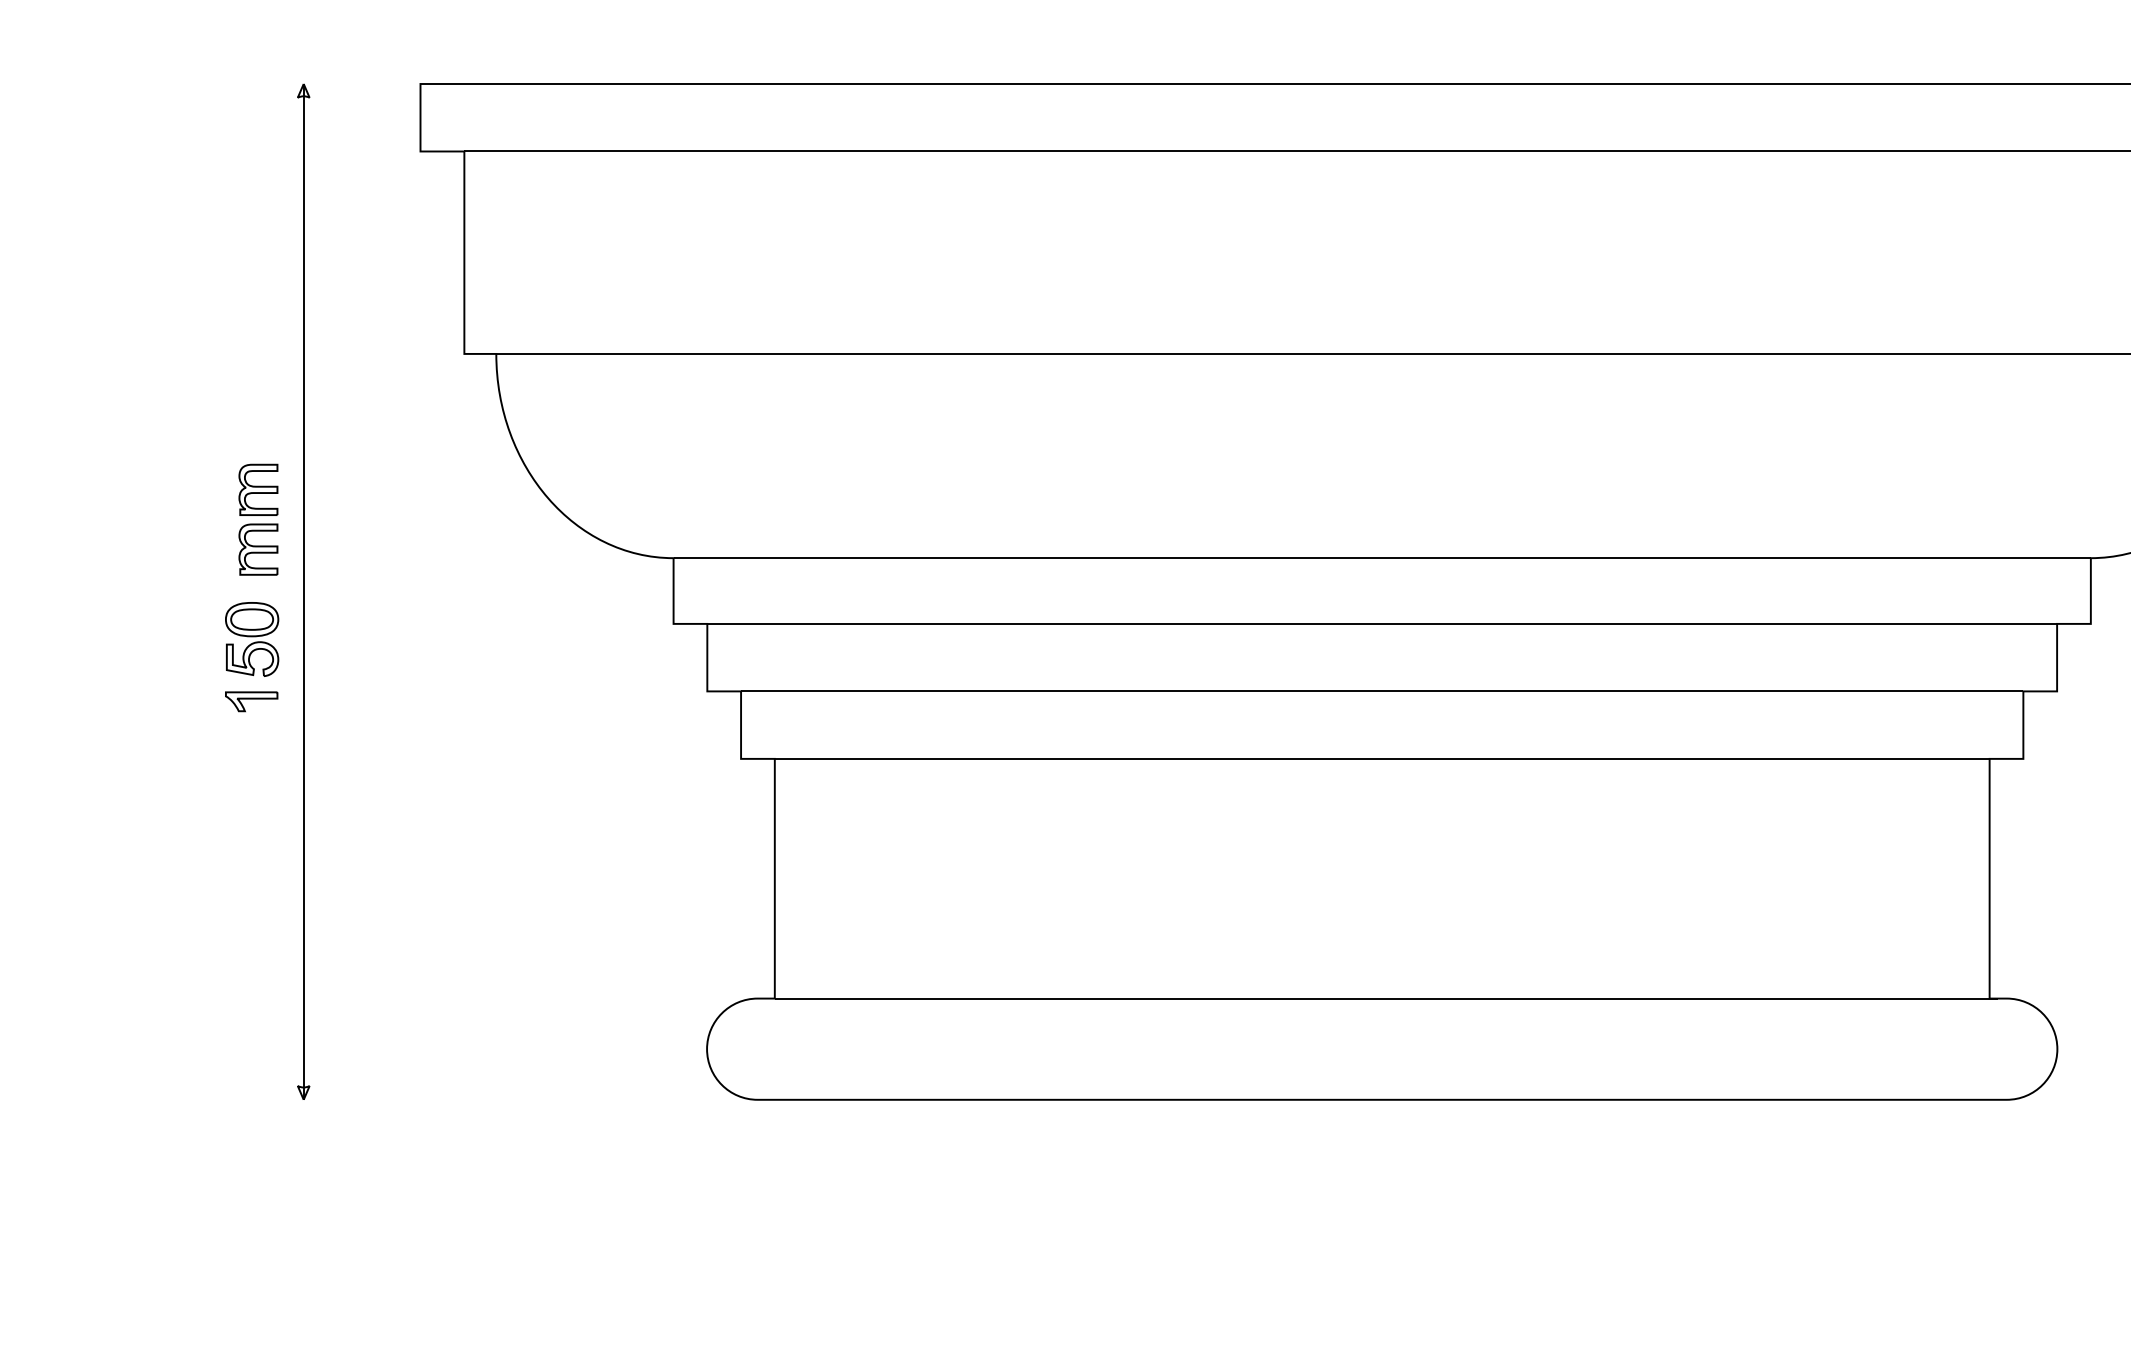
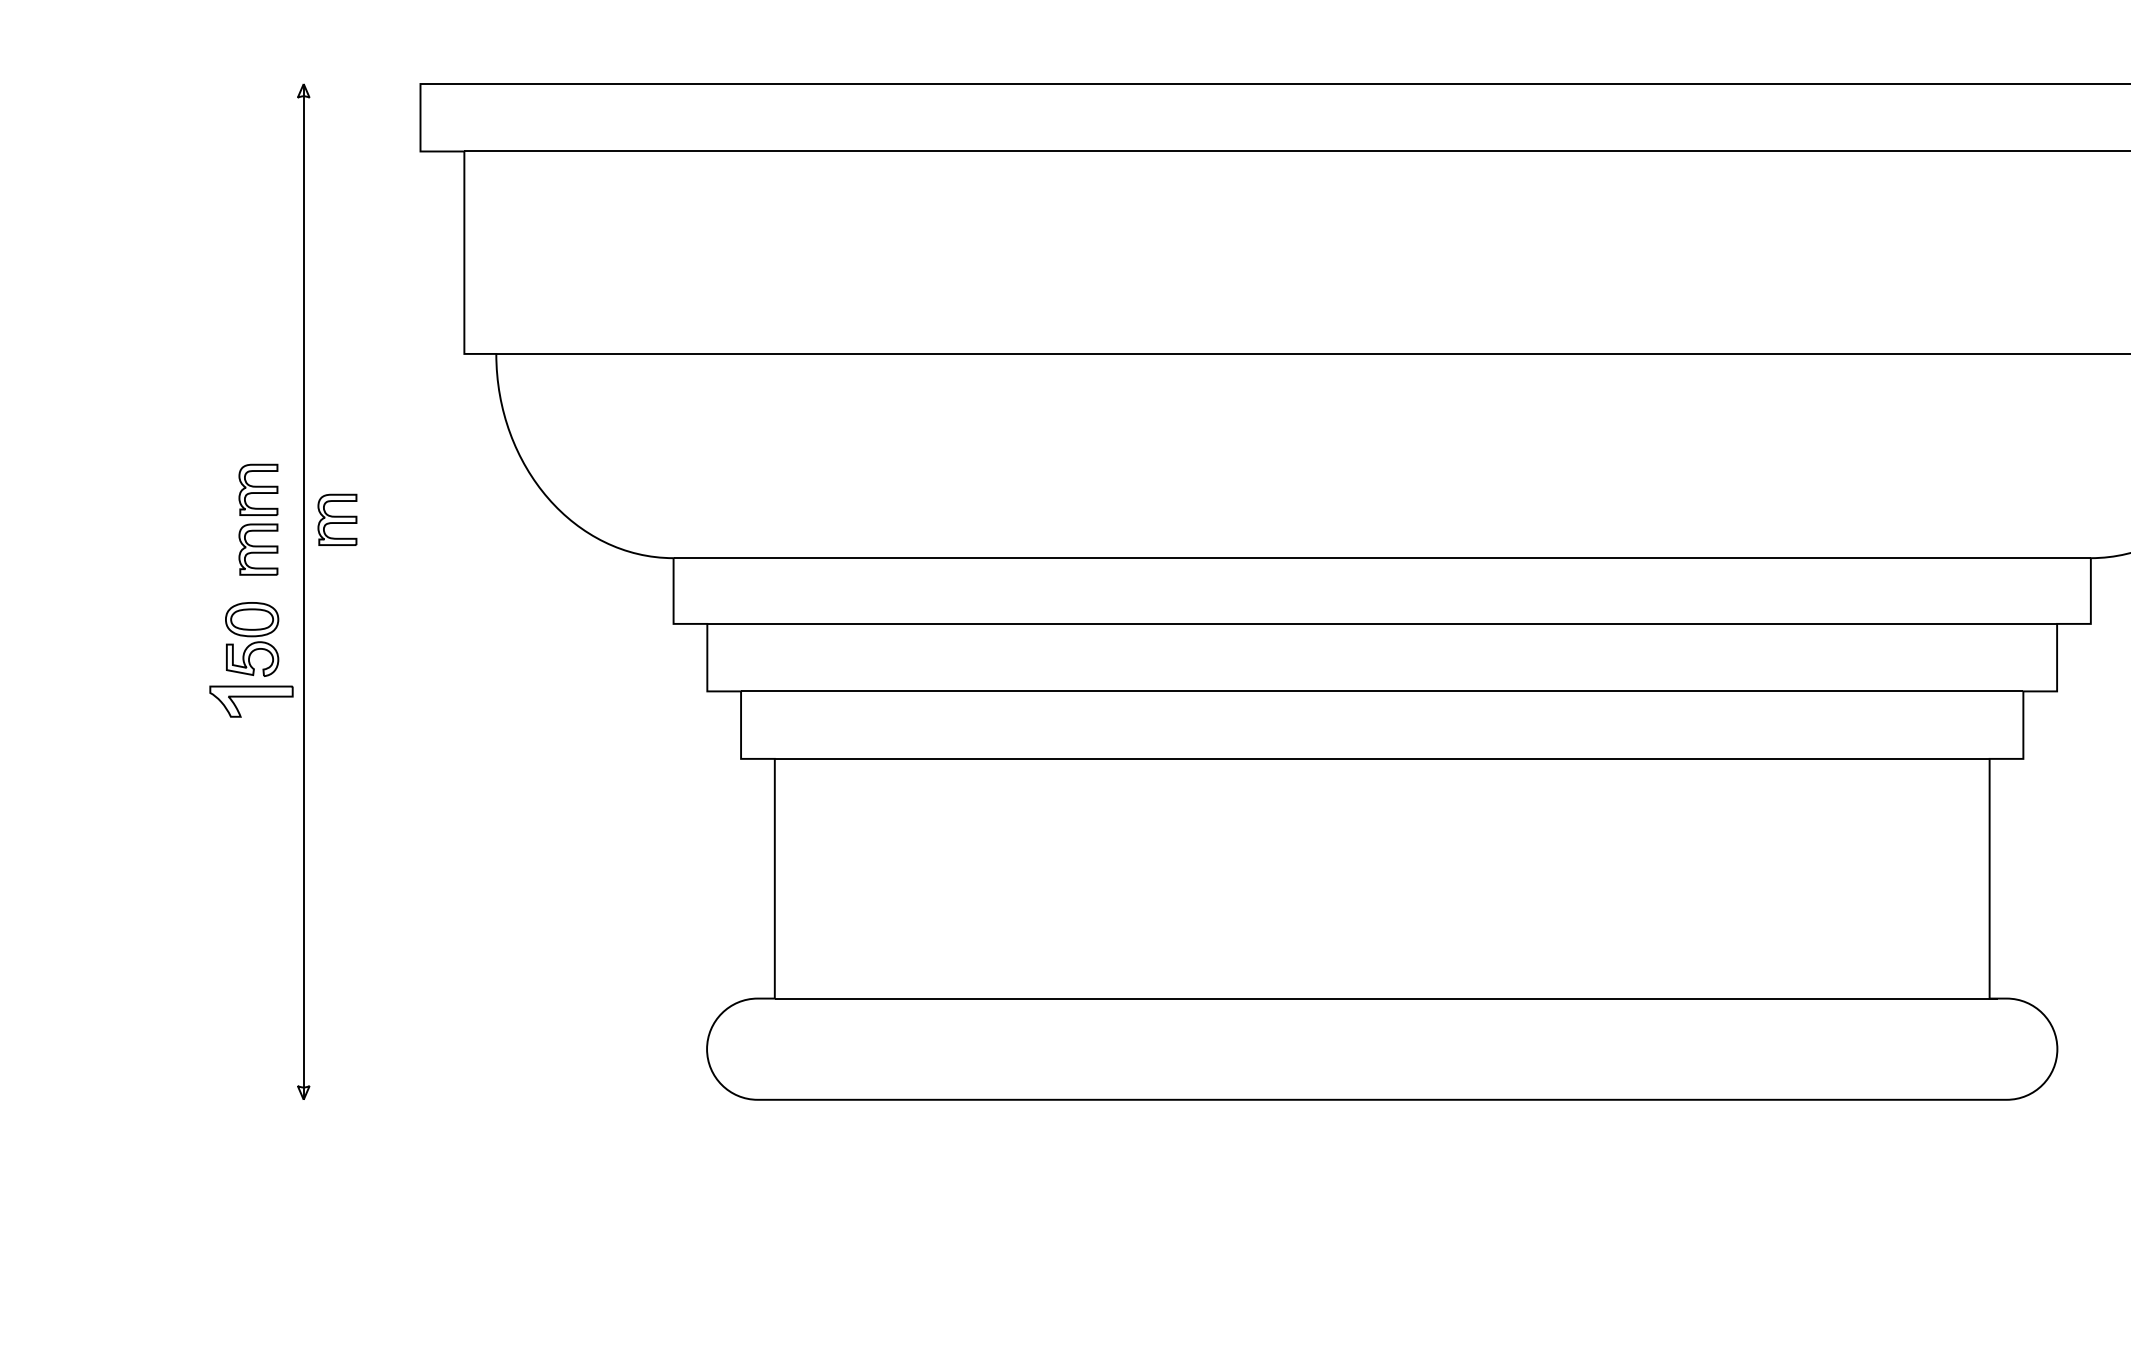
part at (337, 519): none -> present
part at (251, 701) size: 54x22 px -> 85x33 px
